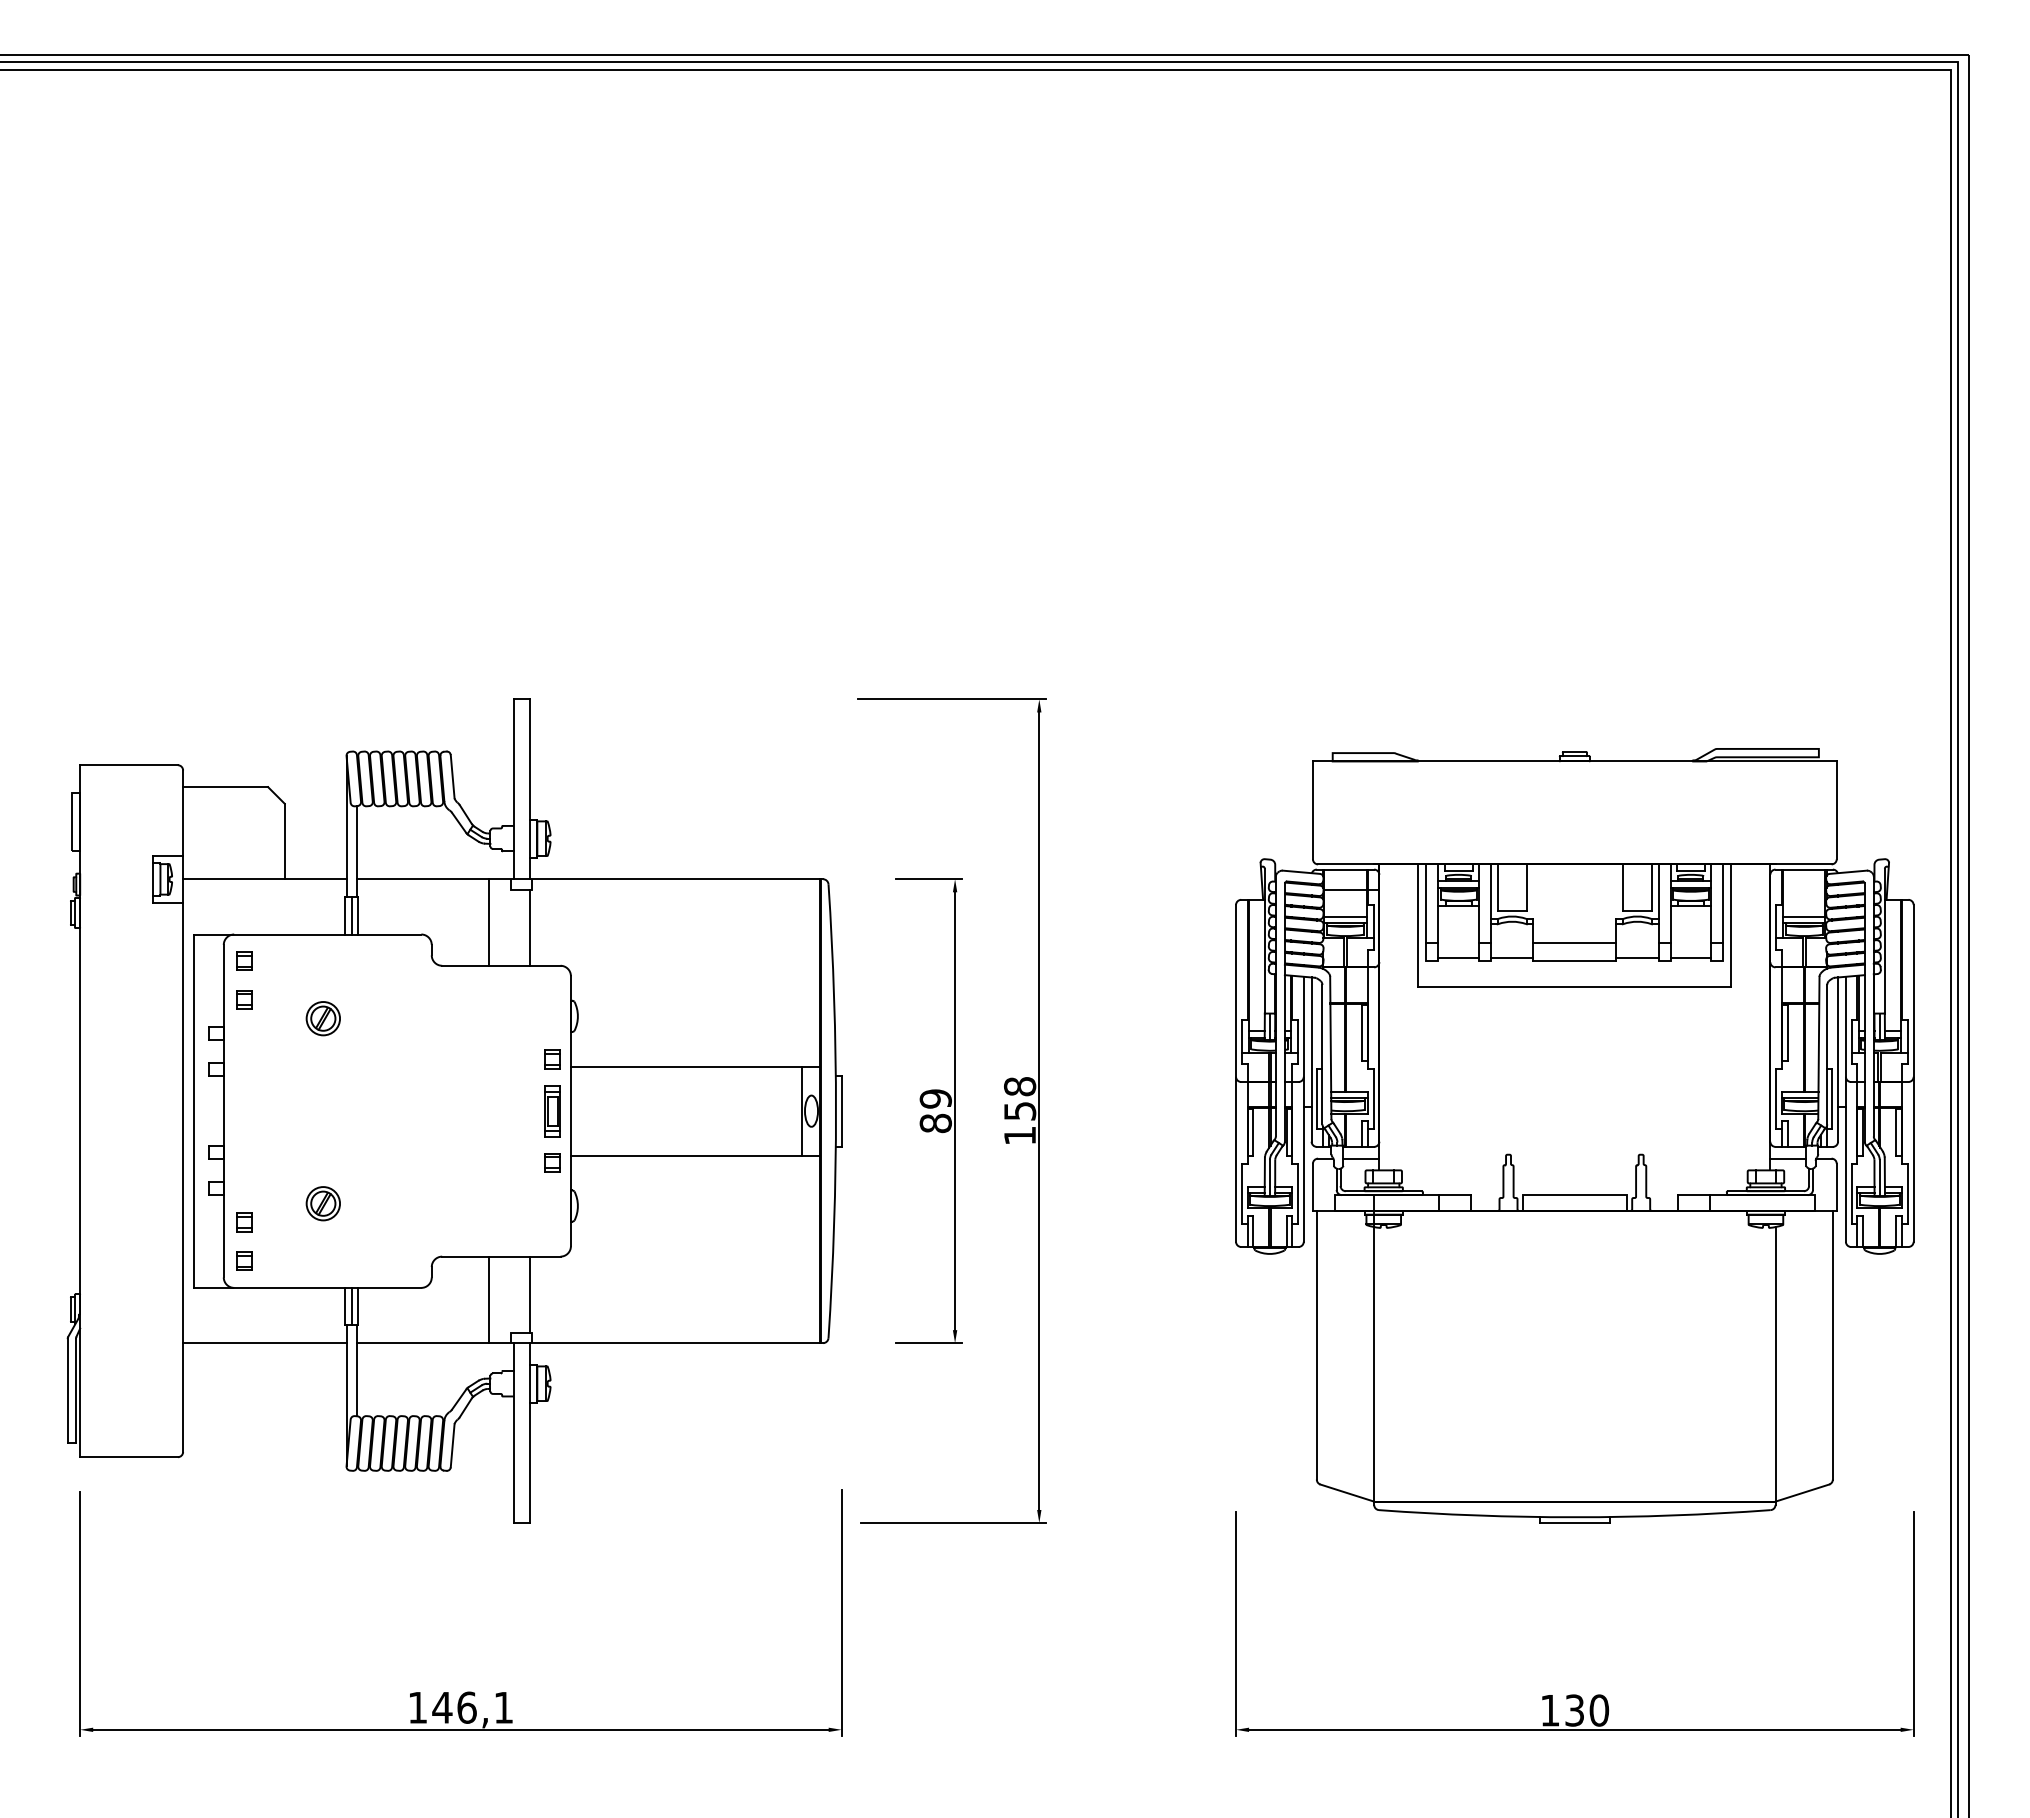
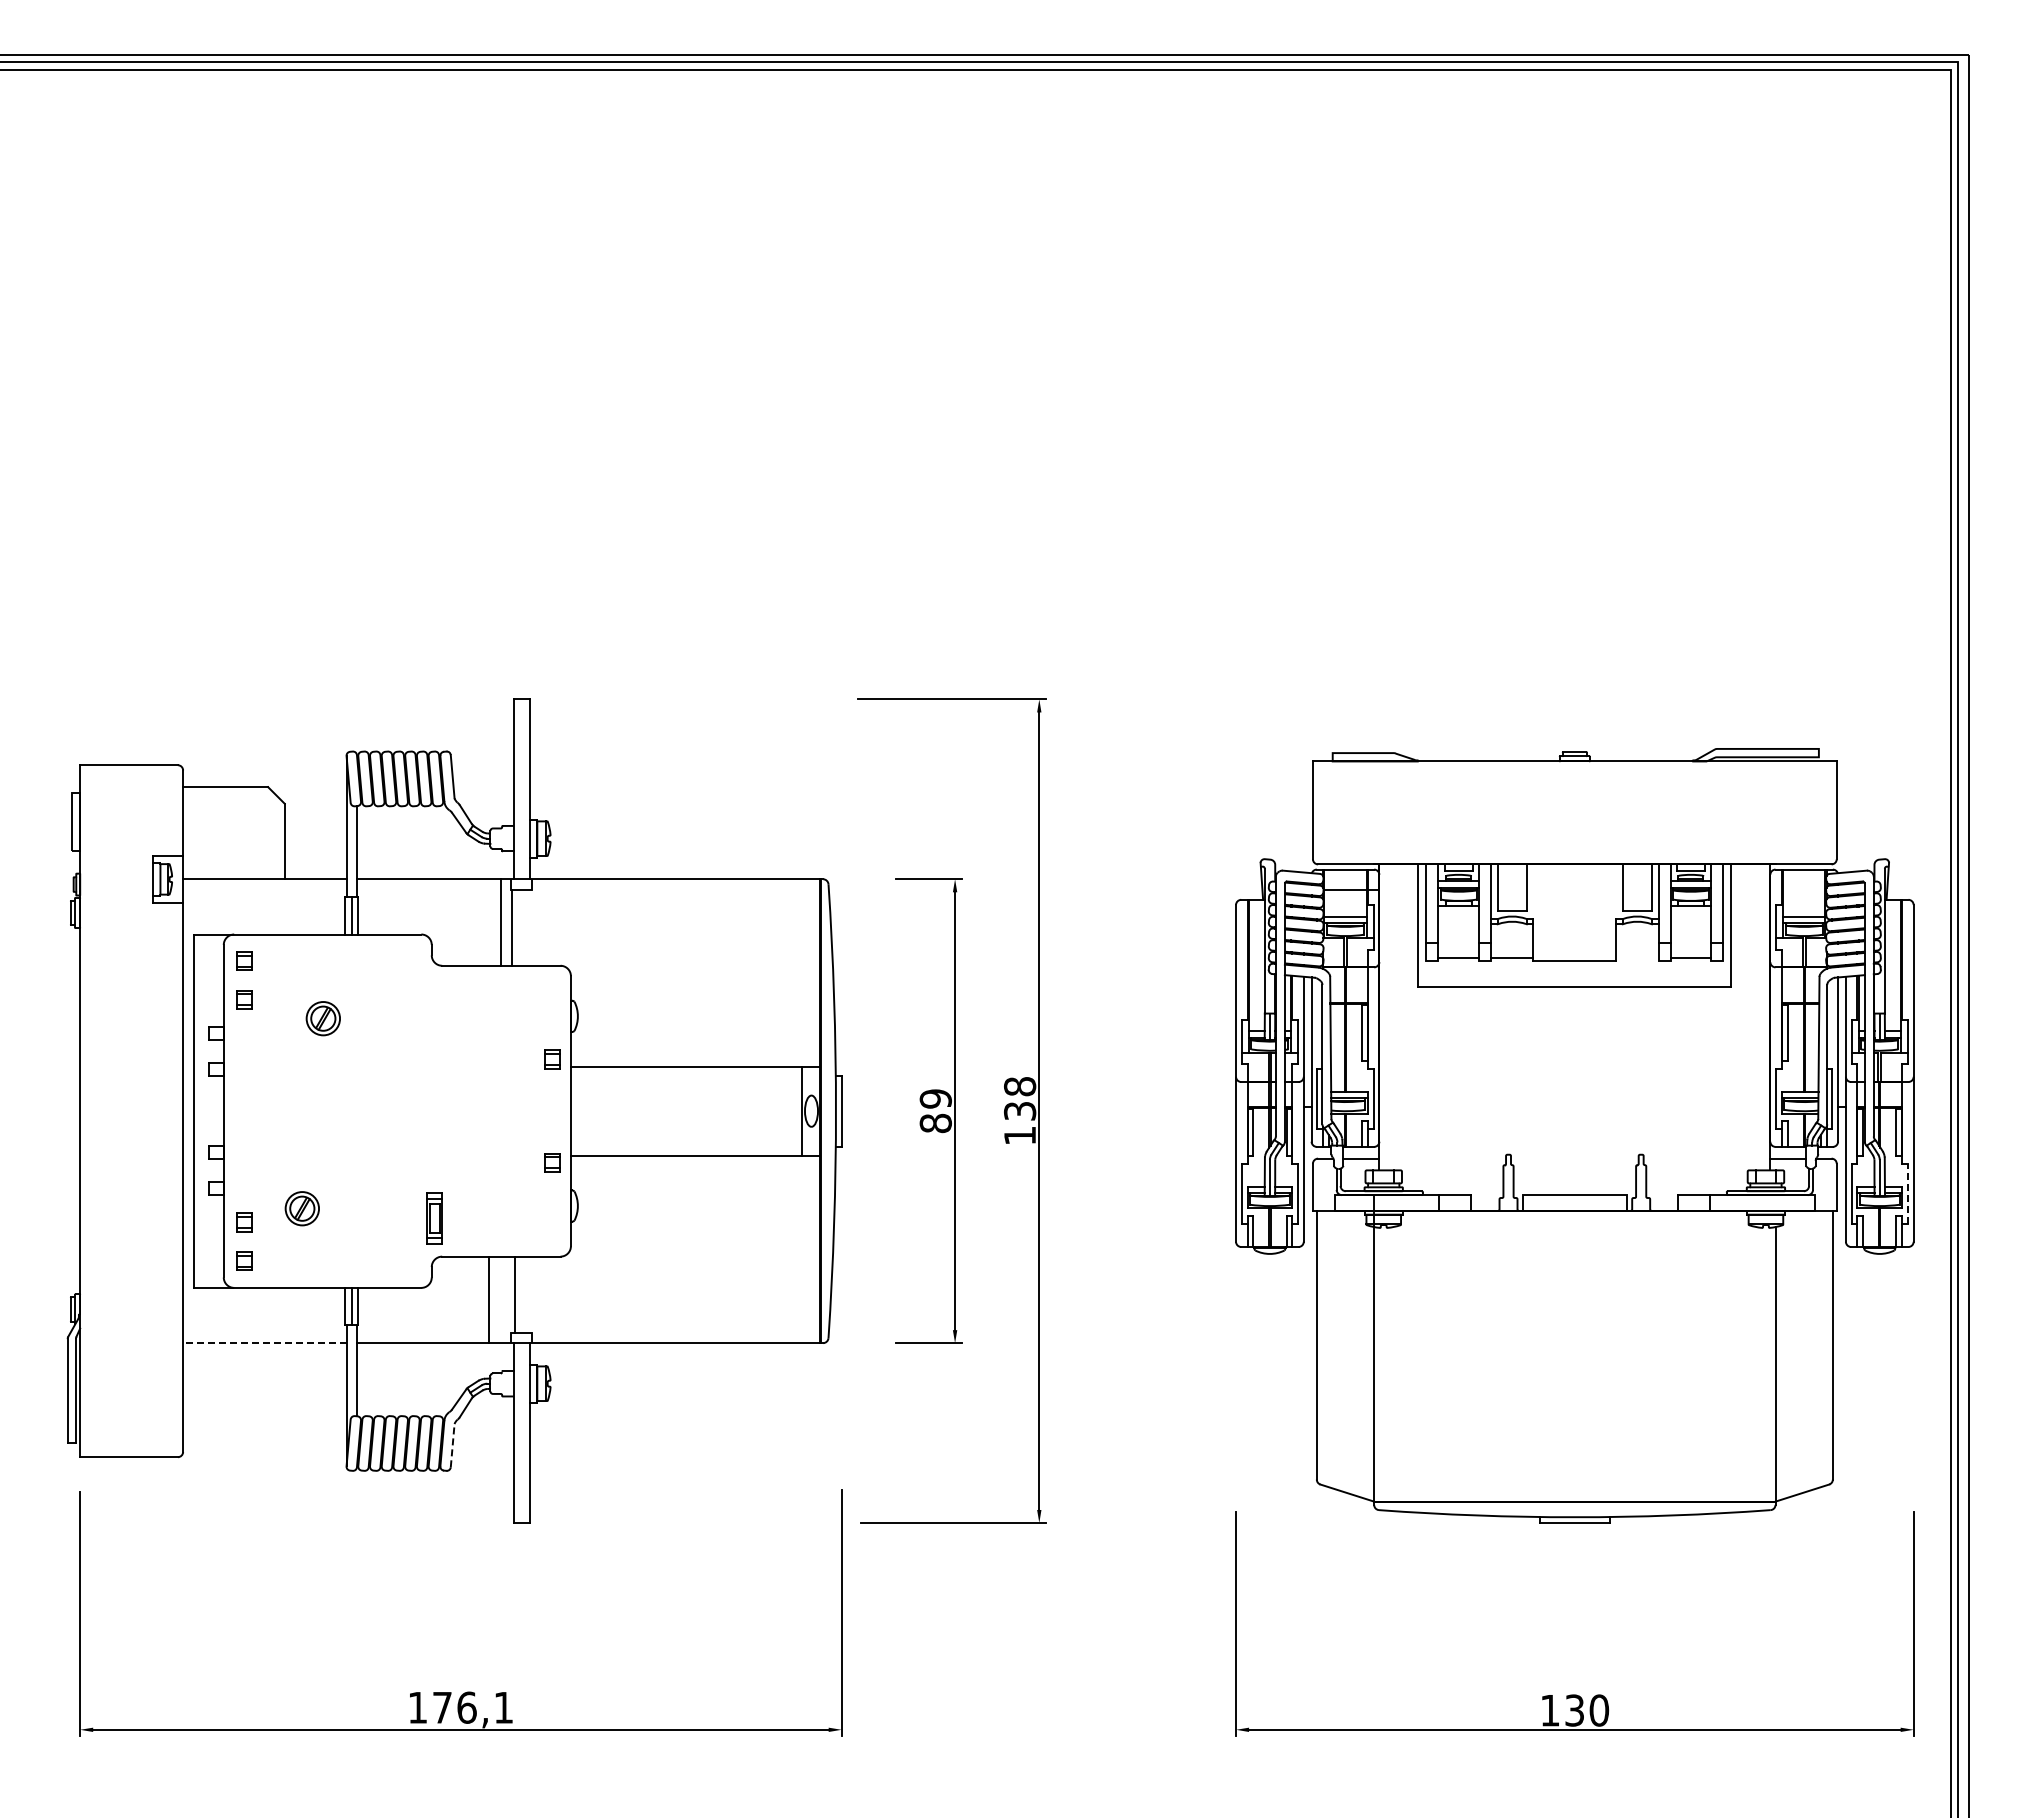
line at (488, 922) position: (488, 922) -> (500, 922)
line at (529, 927) position: (529, 927) -> (511, 927)
line at (1574, 942): present -> none
line at (1637, 958): present -> none
text at (1019, 1110): 158 -> 138
part at (552, 1111) position: (552, 1111) -> (434, 1218)
line at (1907, 1194): solid -> dashed
part at (322, 1203) position: (322, 1203) -> (301, 1208)
line at (529, 1294) position: (529, 1294) -> (514, 1294)
line at (264, 1343): solid -> dashed
line at (452, 1445): solid -> dashed
text at (442, 1707): 146,1 -> 176,1
